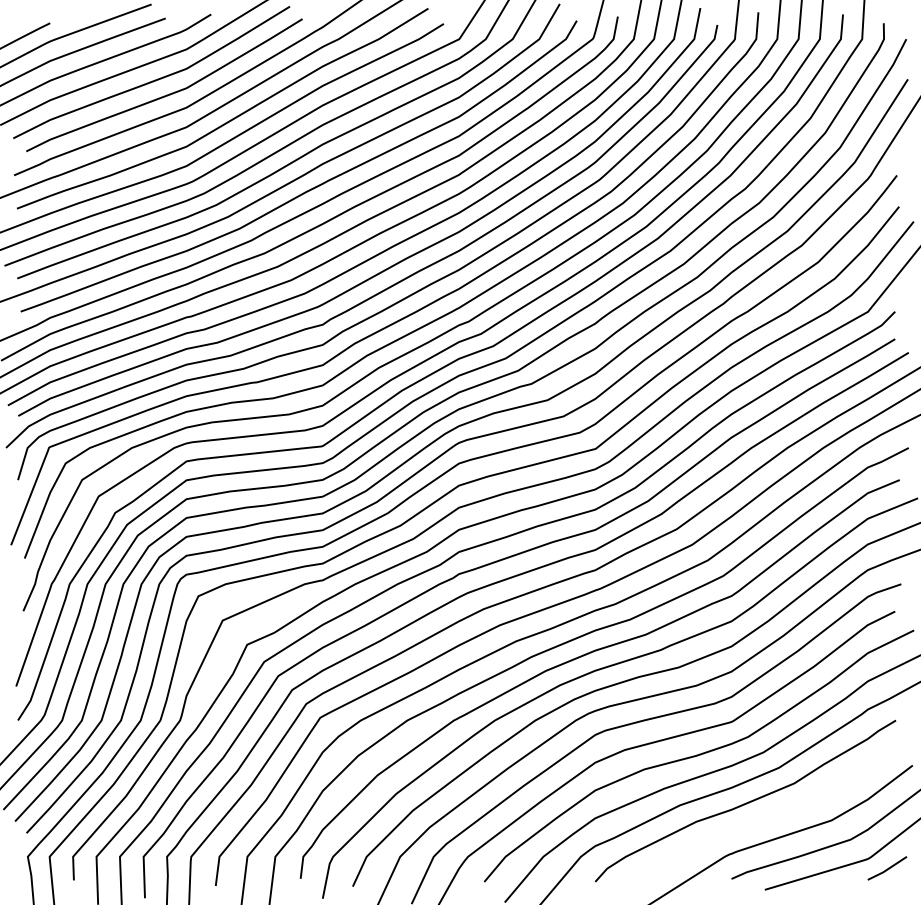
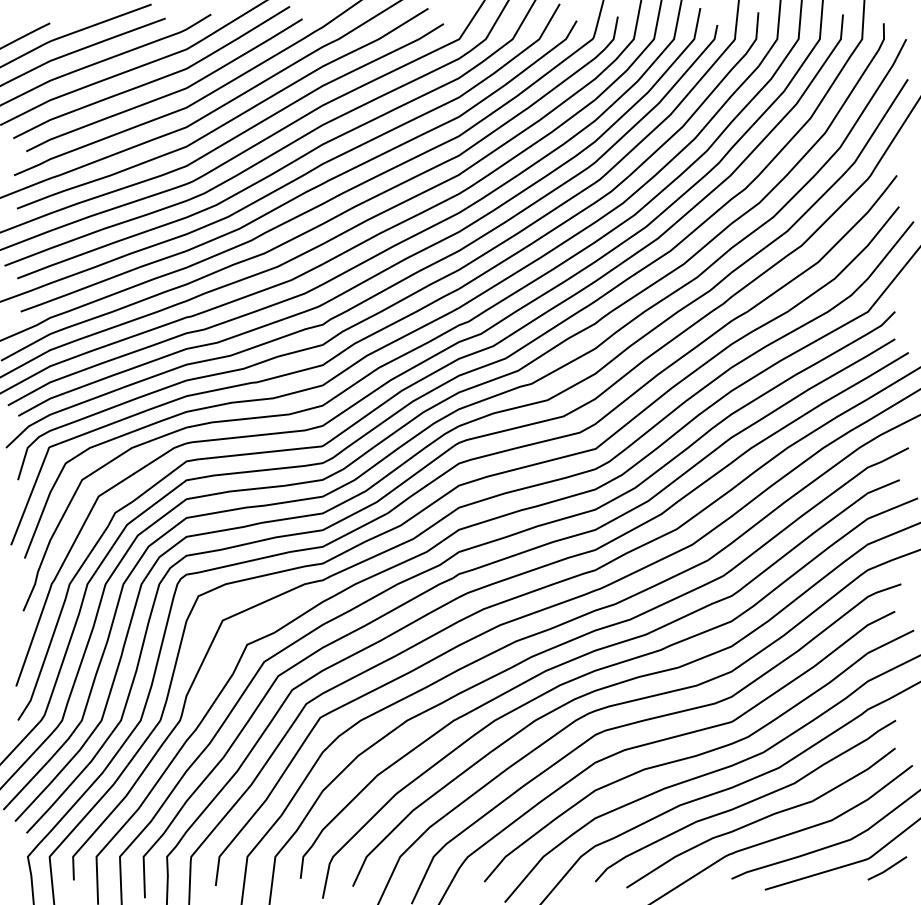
curve at (760, 818): none -> present
